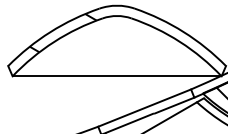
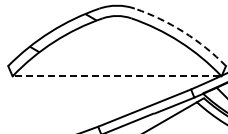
arc at (183, 32): solid -> dashed
line at (116, 76): solid -> dashed
